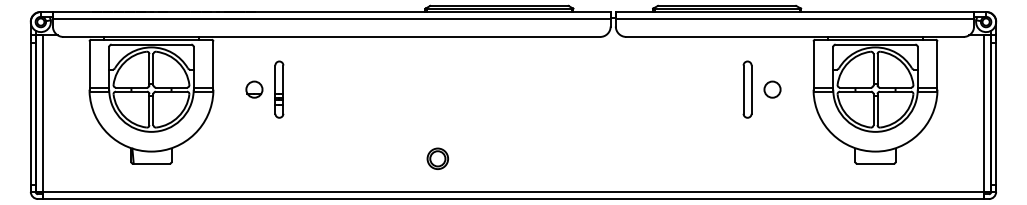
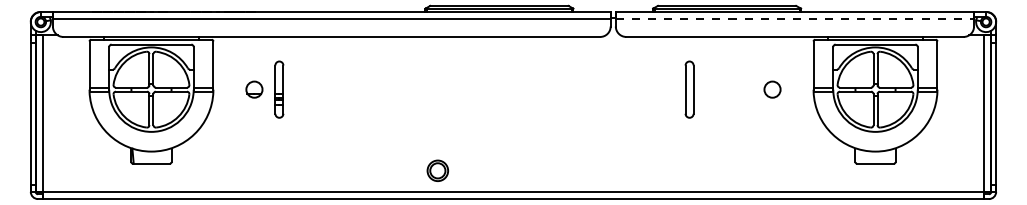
line at (795, 19): solid -> dashed
part at (747, 89) position: (747, 89) -> (689, 89)
part at (437, 158) position: (437, 158) -> (437, 170)
